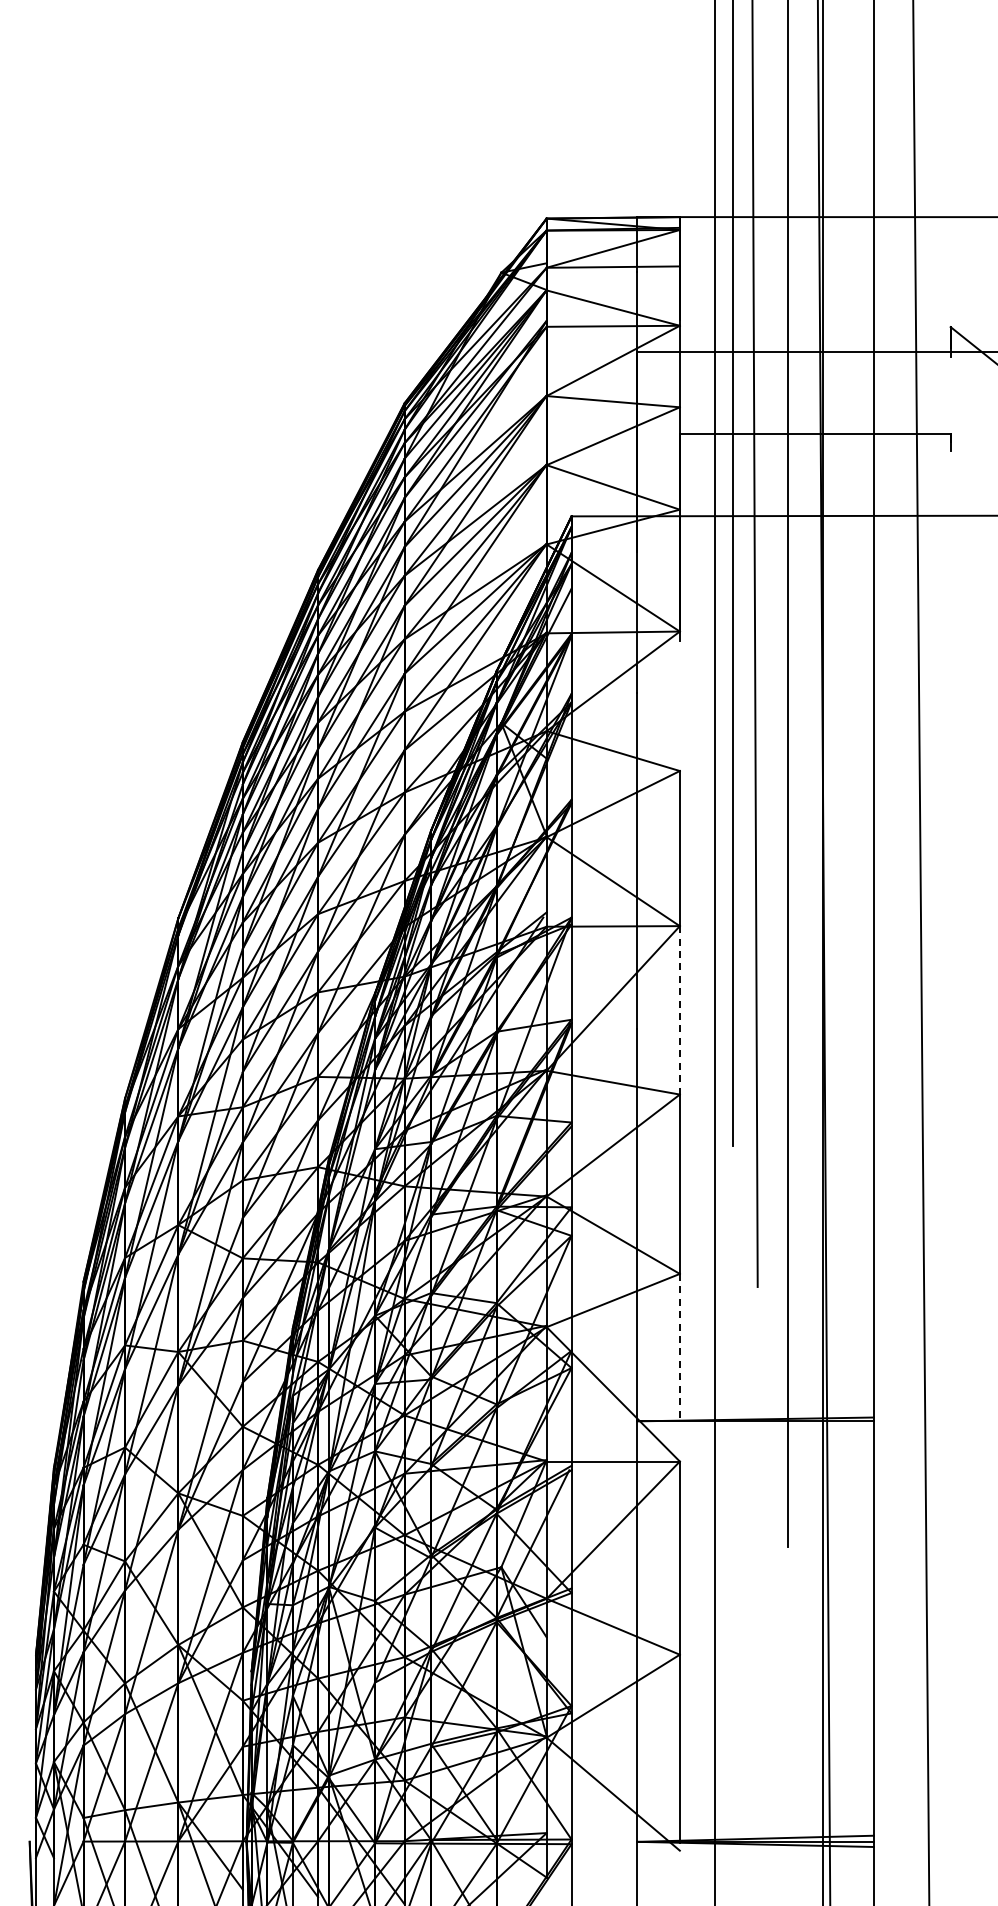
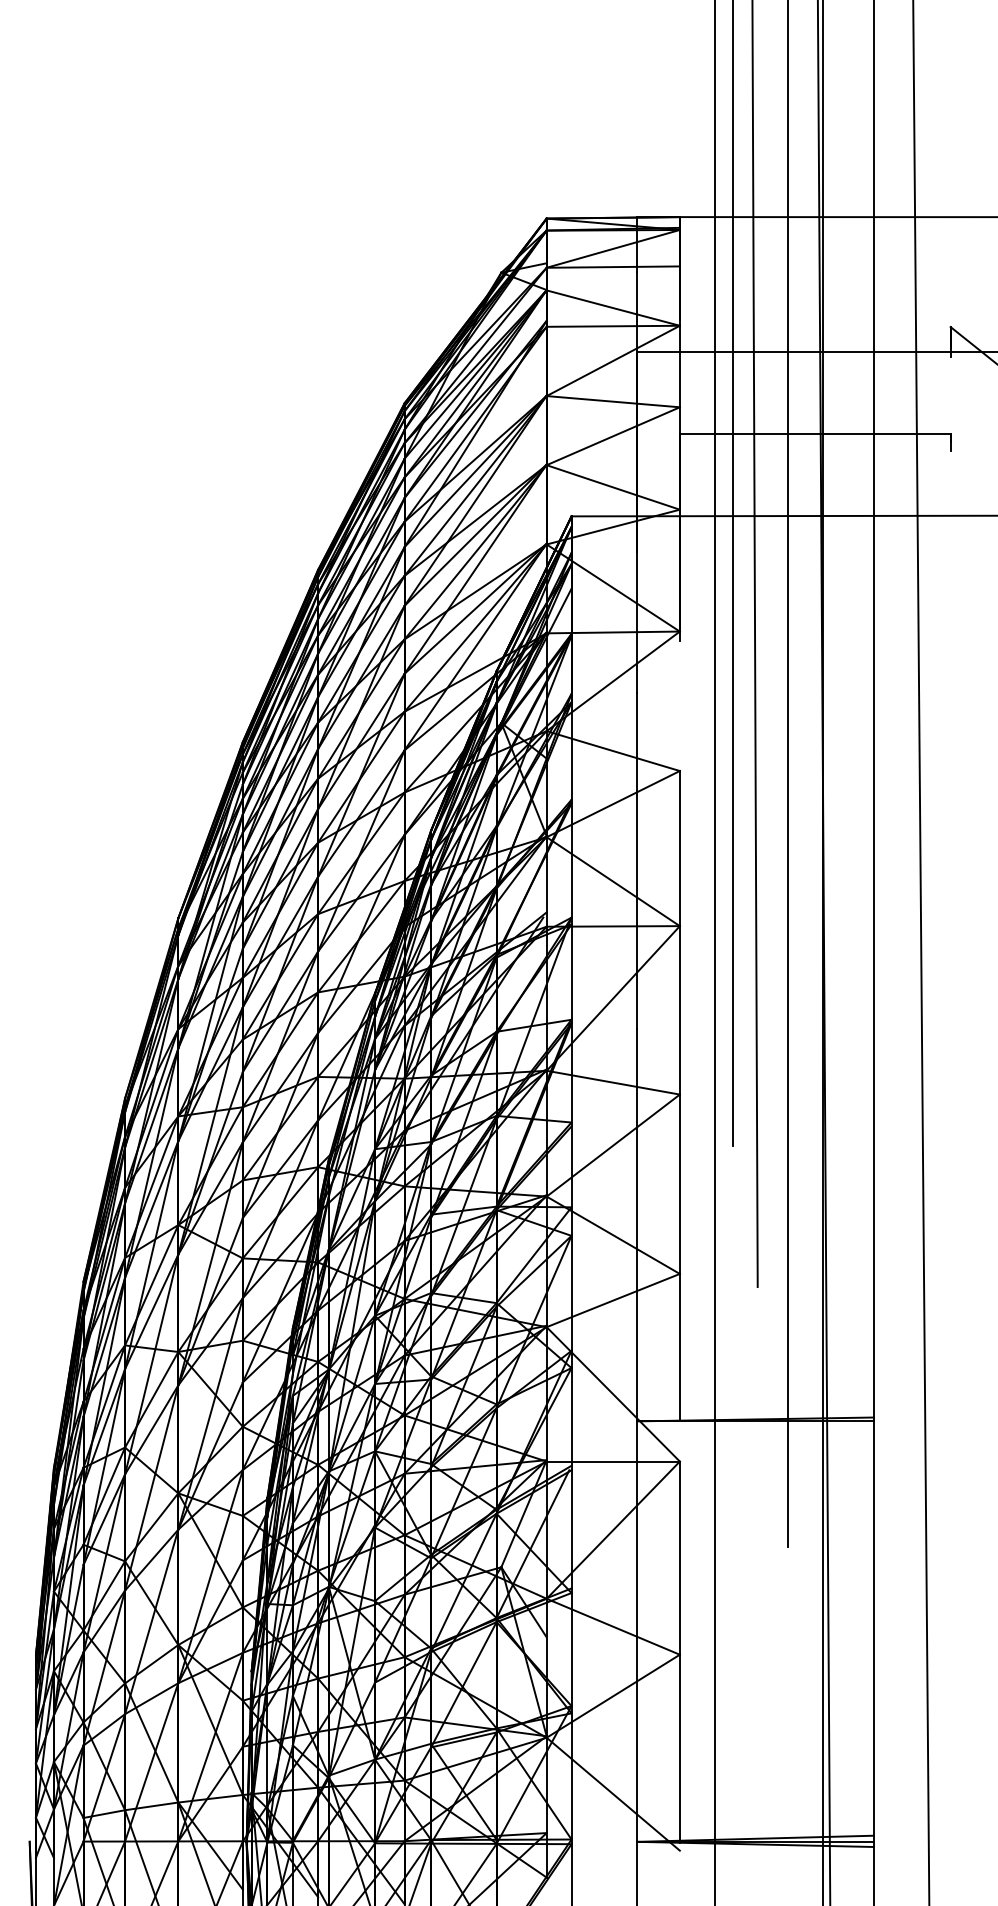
line at (679, 1010): dashed -> solid
line at (679, 1347): dashed -> solid
